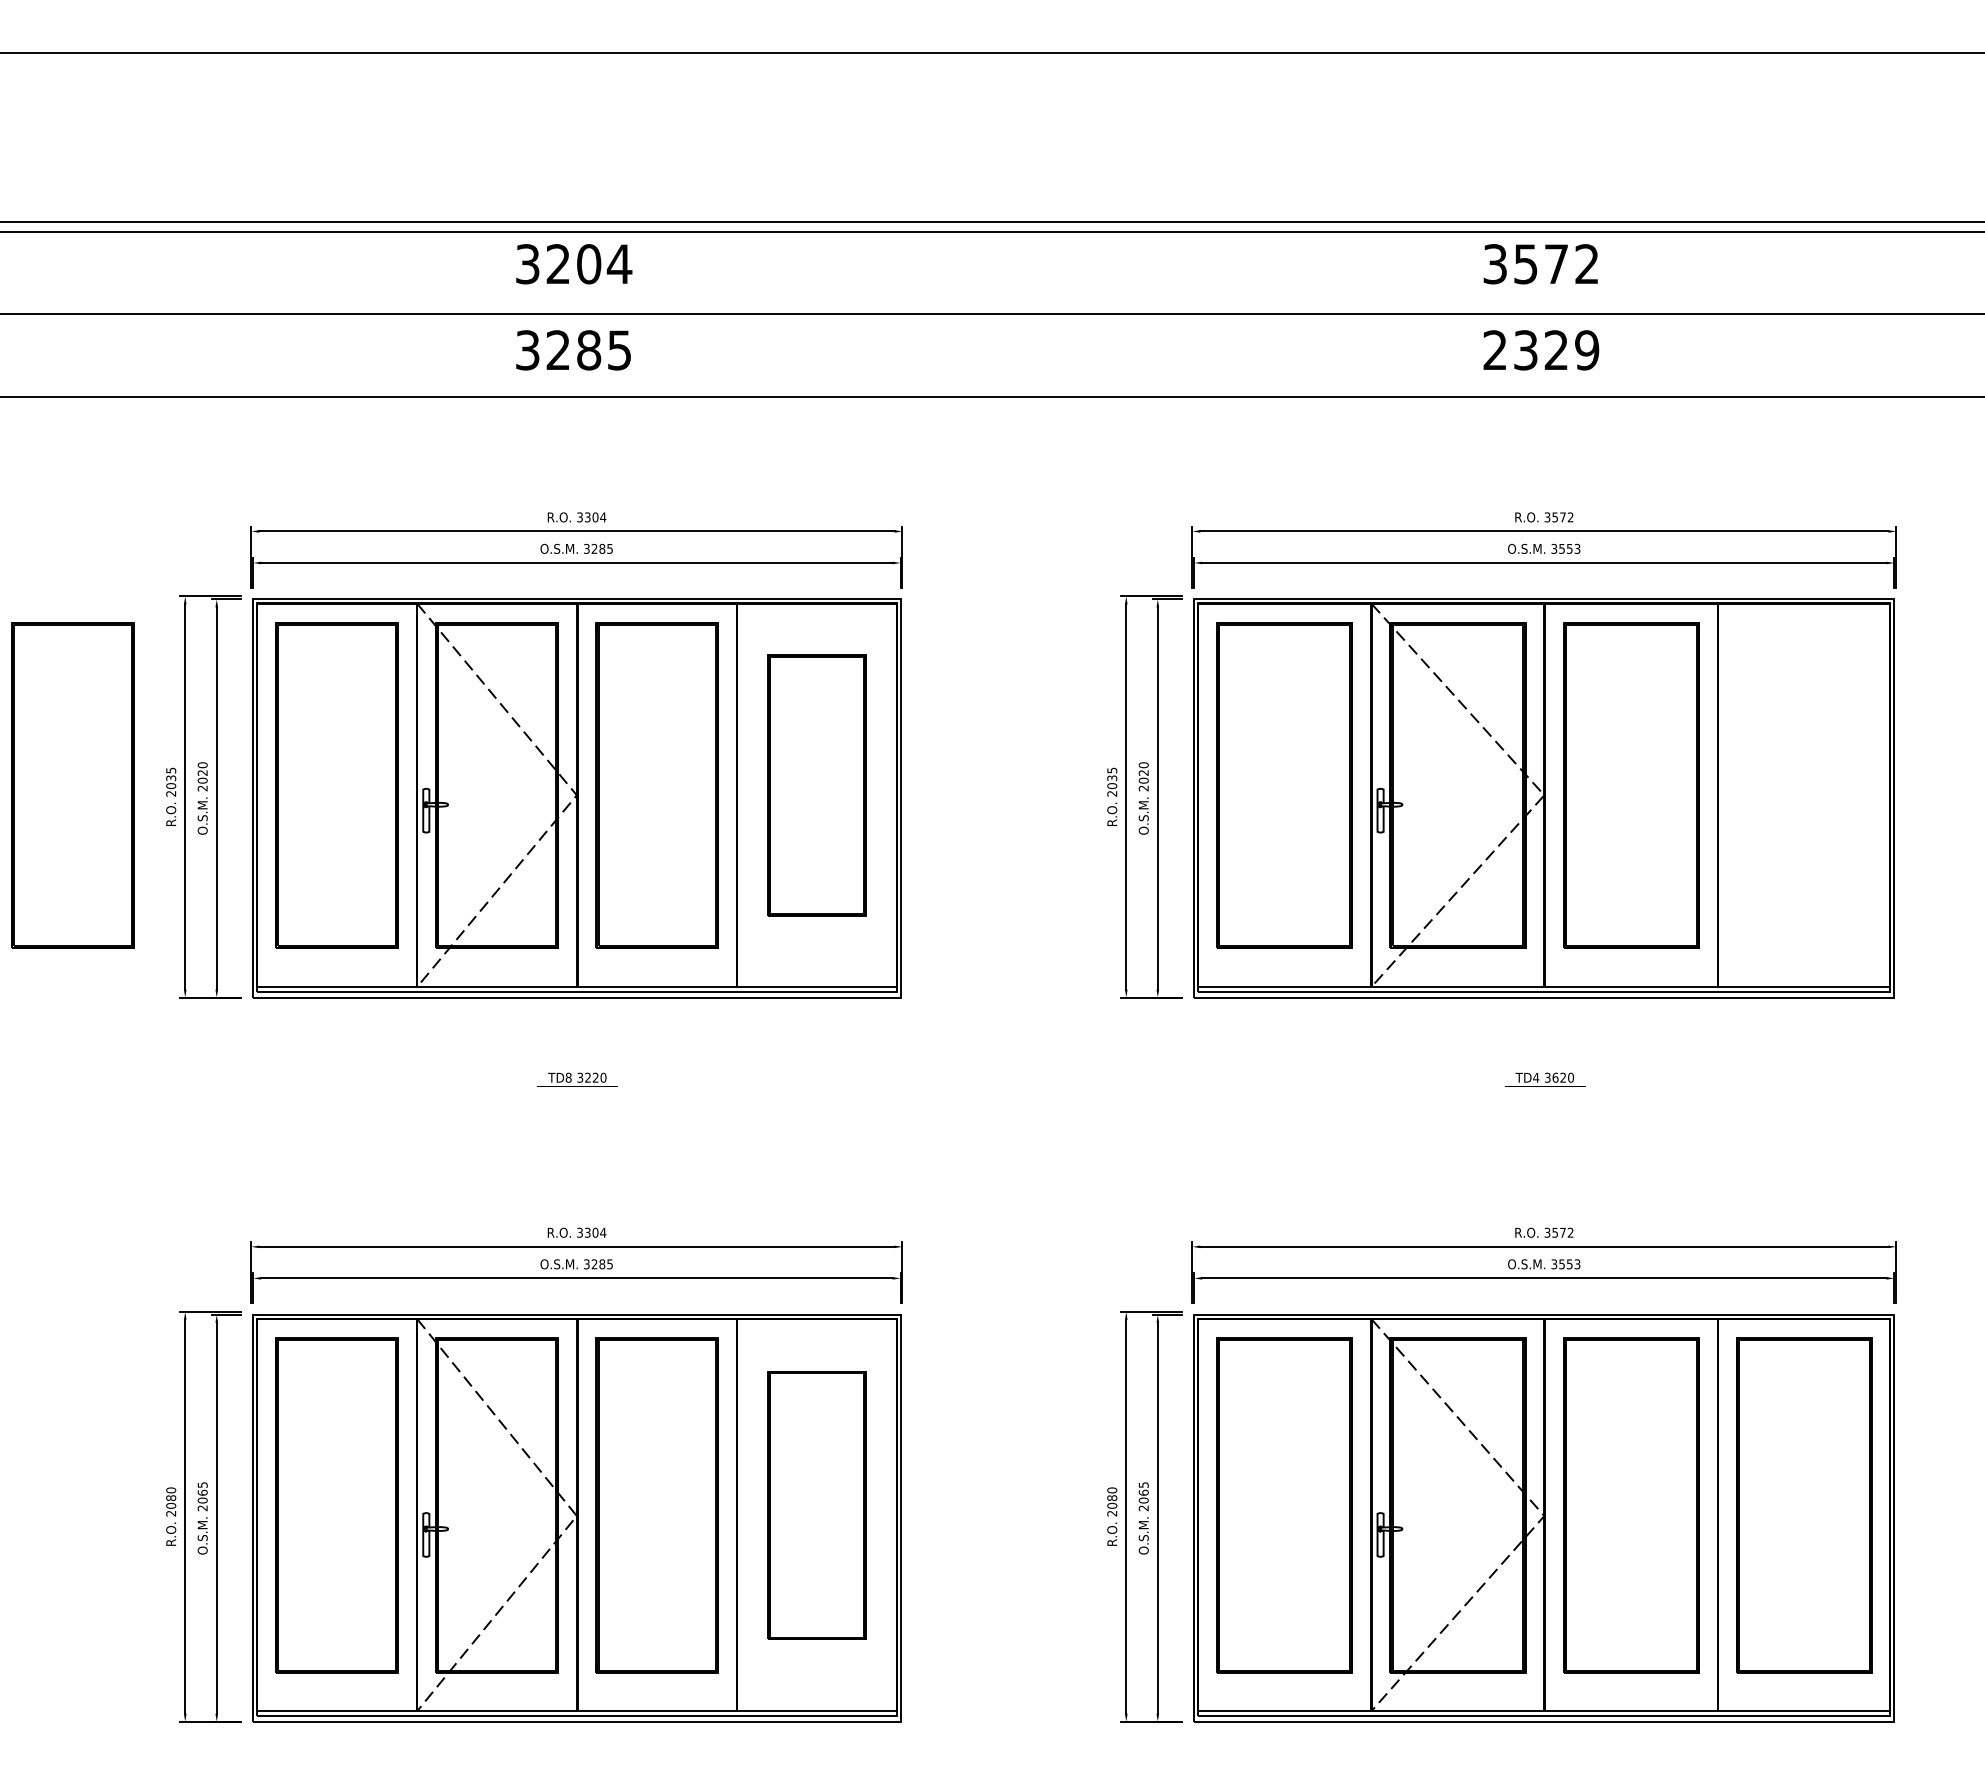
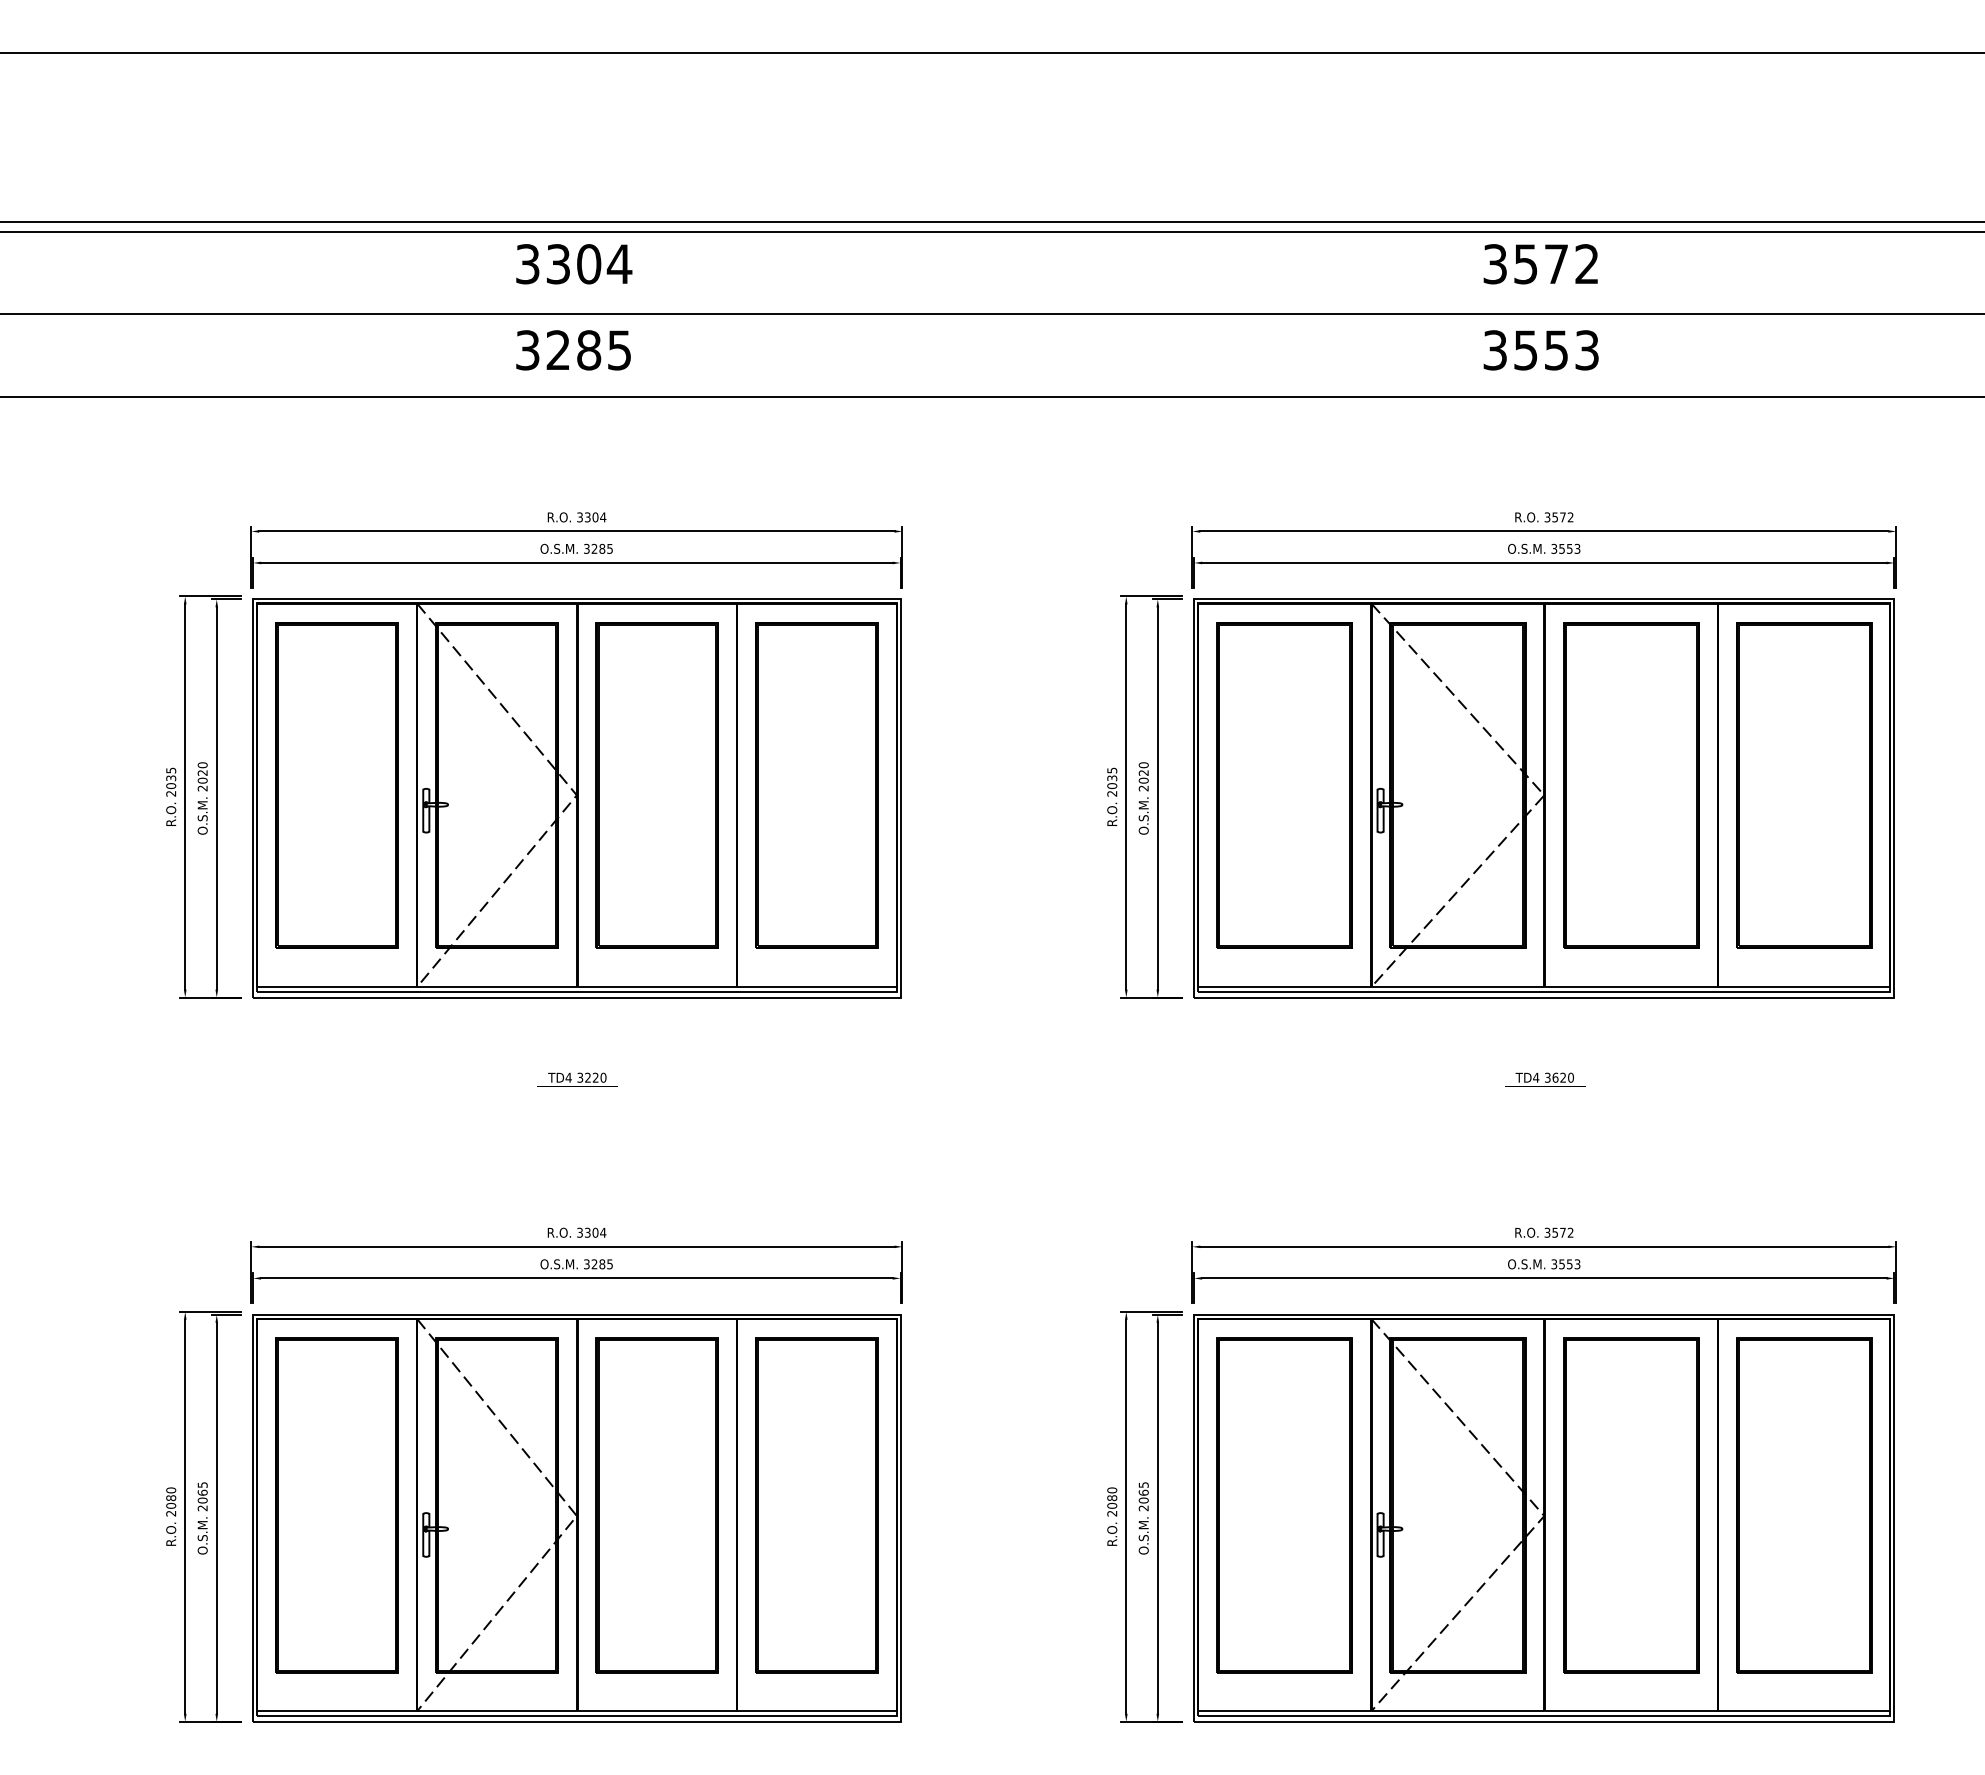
text at (557, 264): 3204 -> 3304
text at (1541, 350): 2329 -> 3553
part at (72, 785): present -> none
part at (816, 785) size: 100x263 px -> 124x327 px
part at (1804, 785): none -> present
text at (568, 1077): TD8 -> TD4
part at (816, 1505) size: 100x269 px -> 124x337 px
